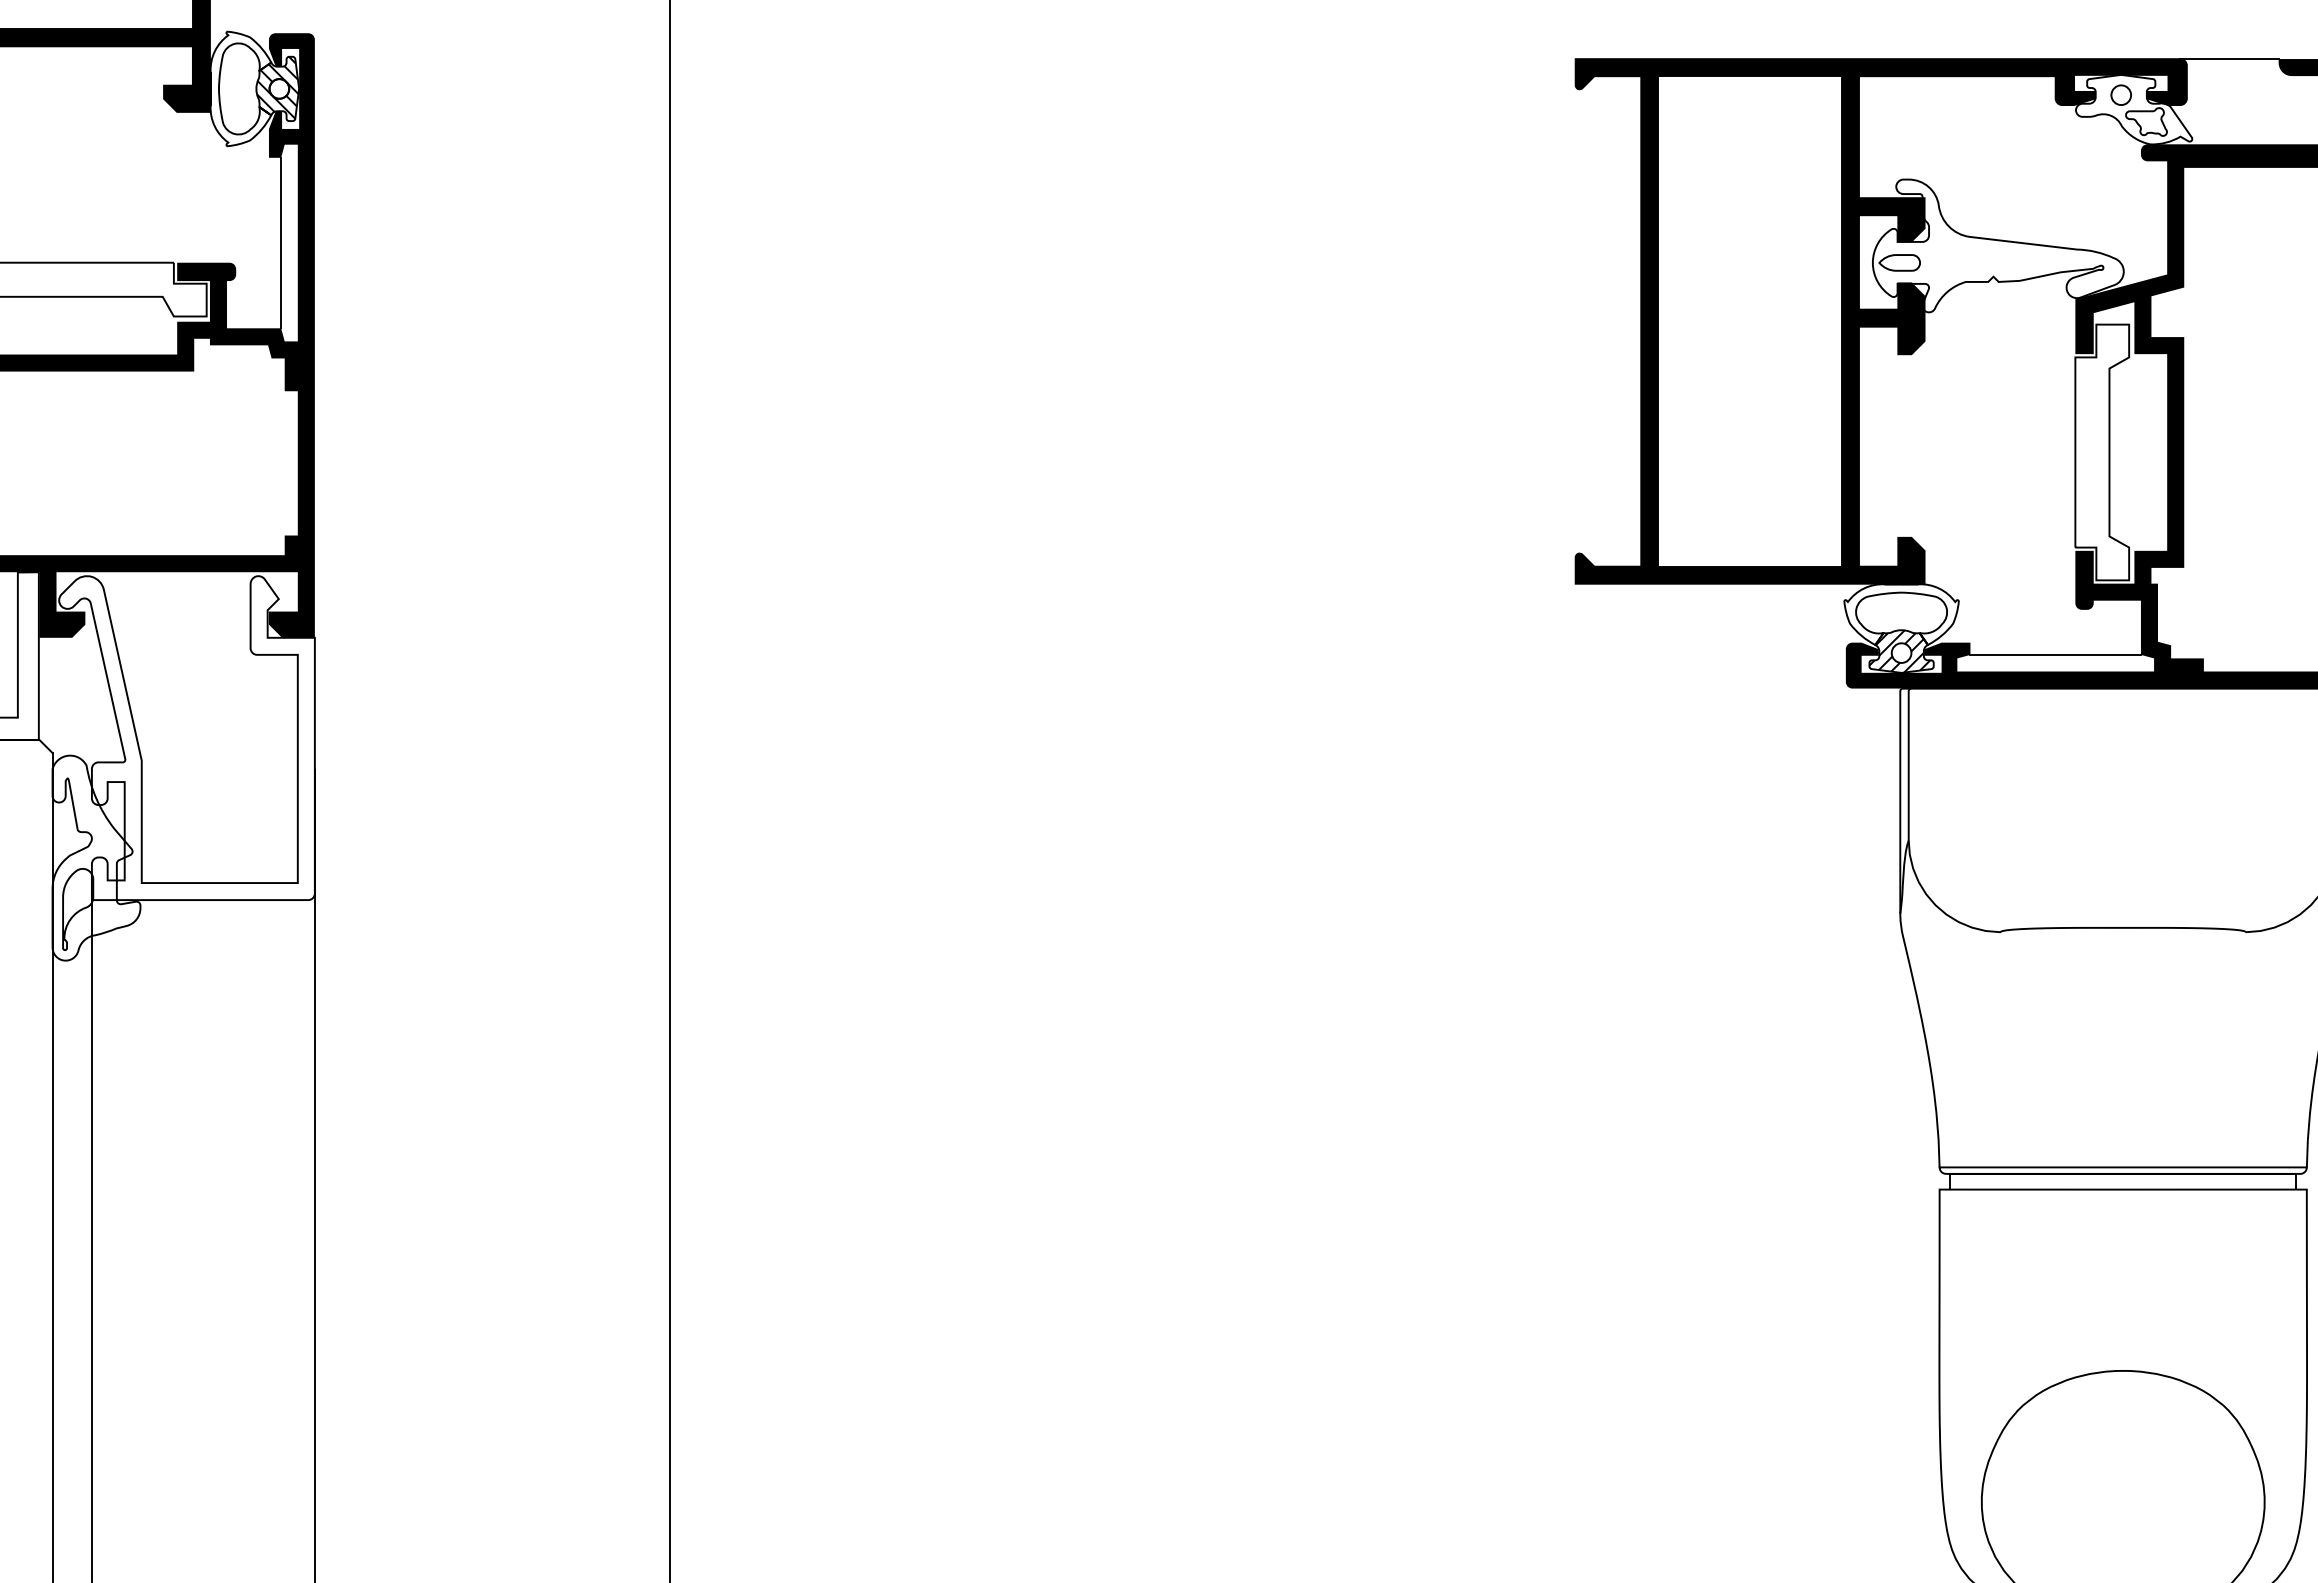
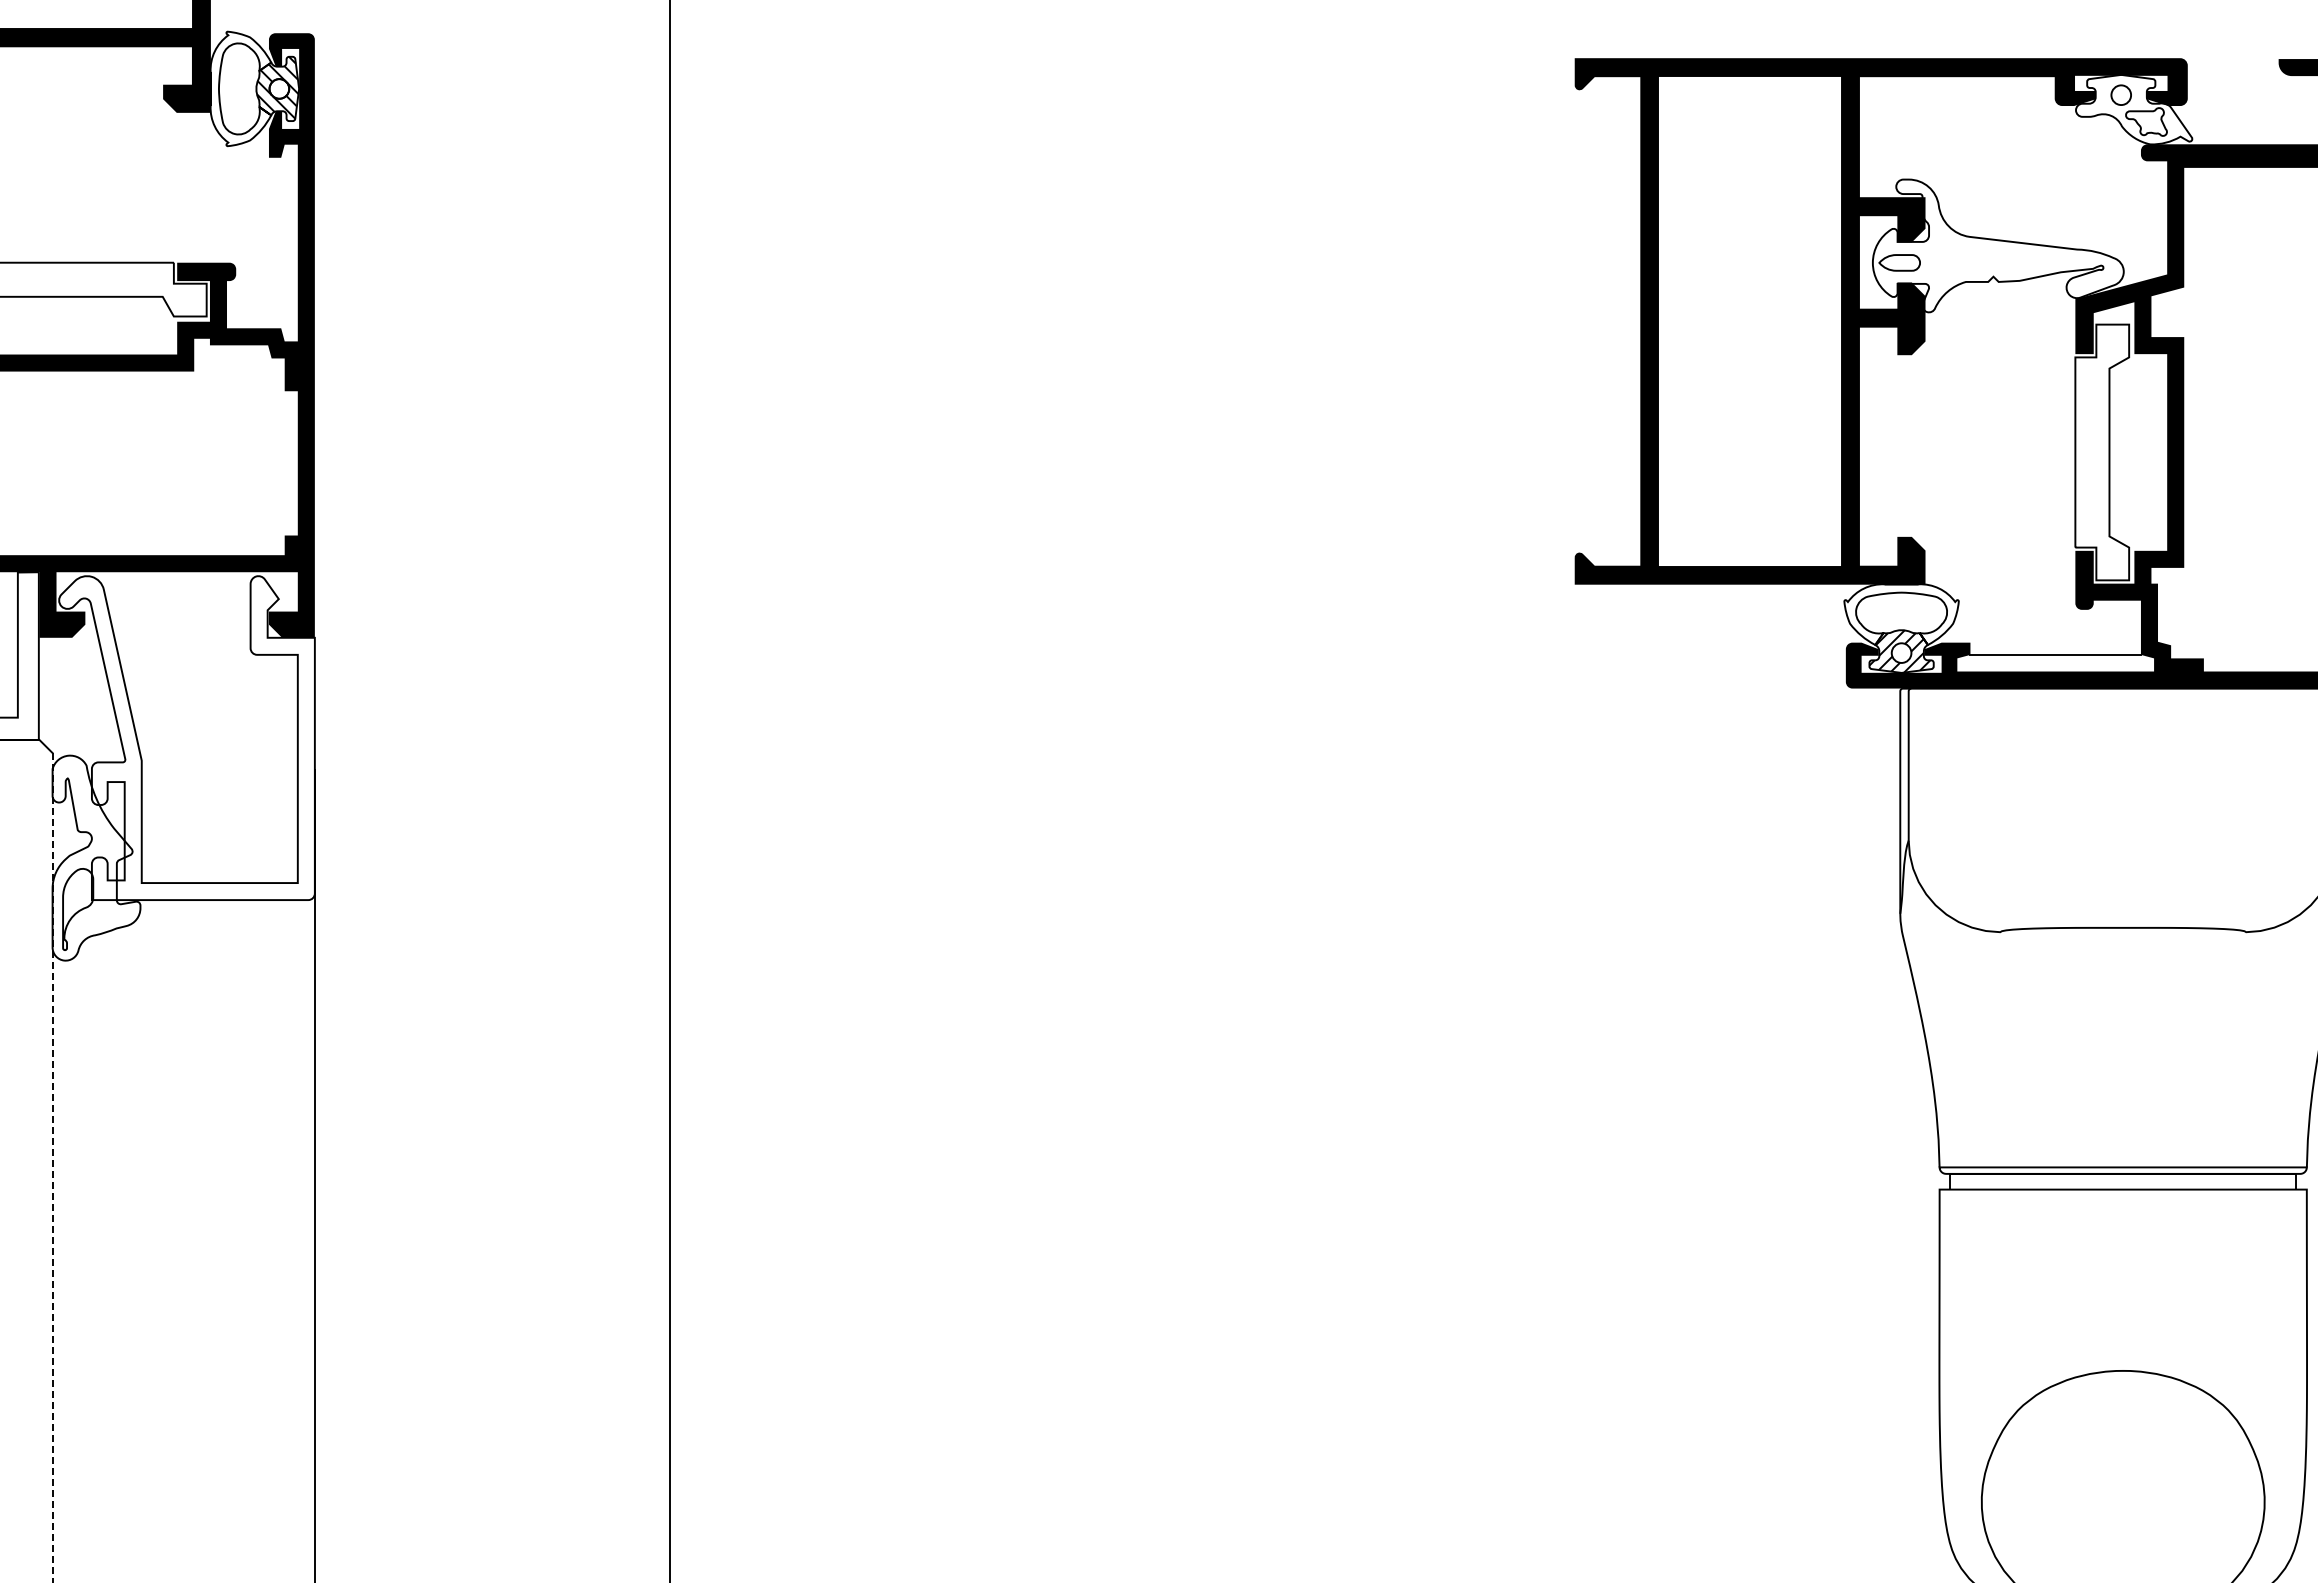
line at (2229, 59): present -> none
line at (281, 242): present -> none
line at (52, 1167): solid -> dashed
line at (91, 1239): present -> none
